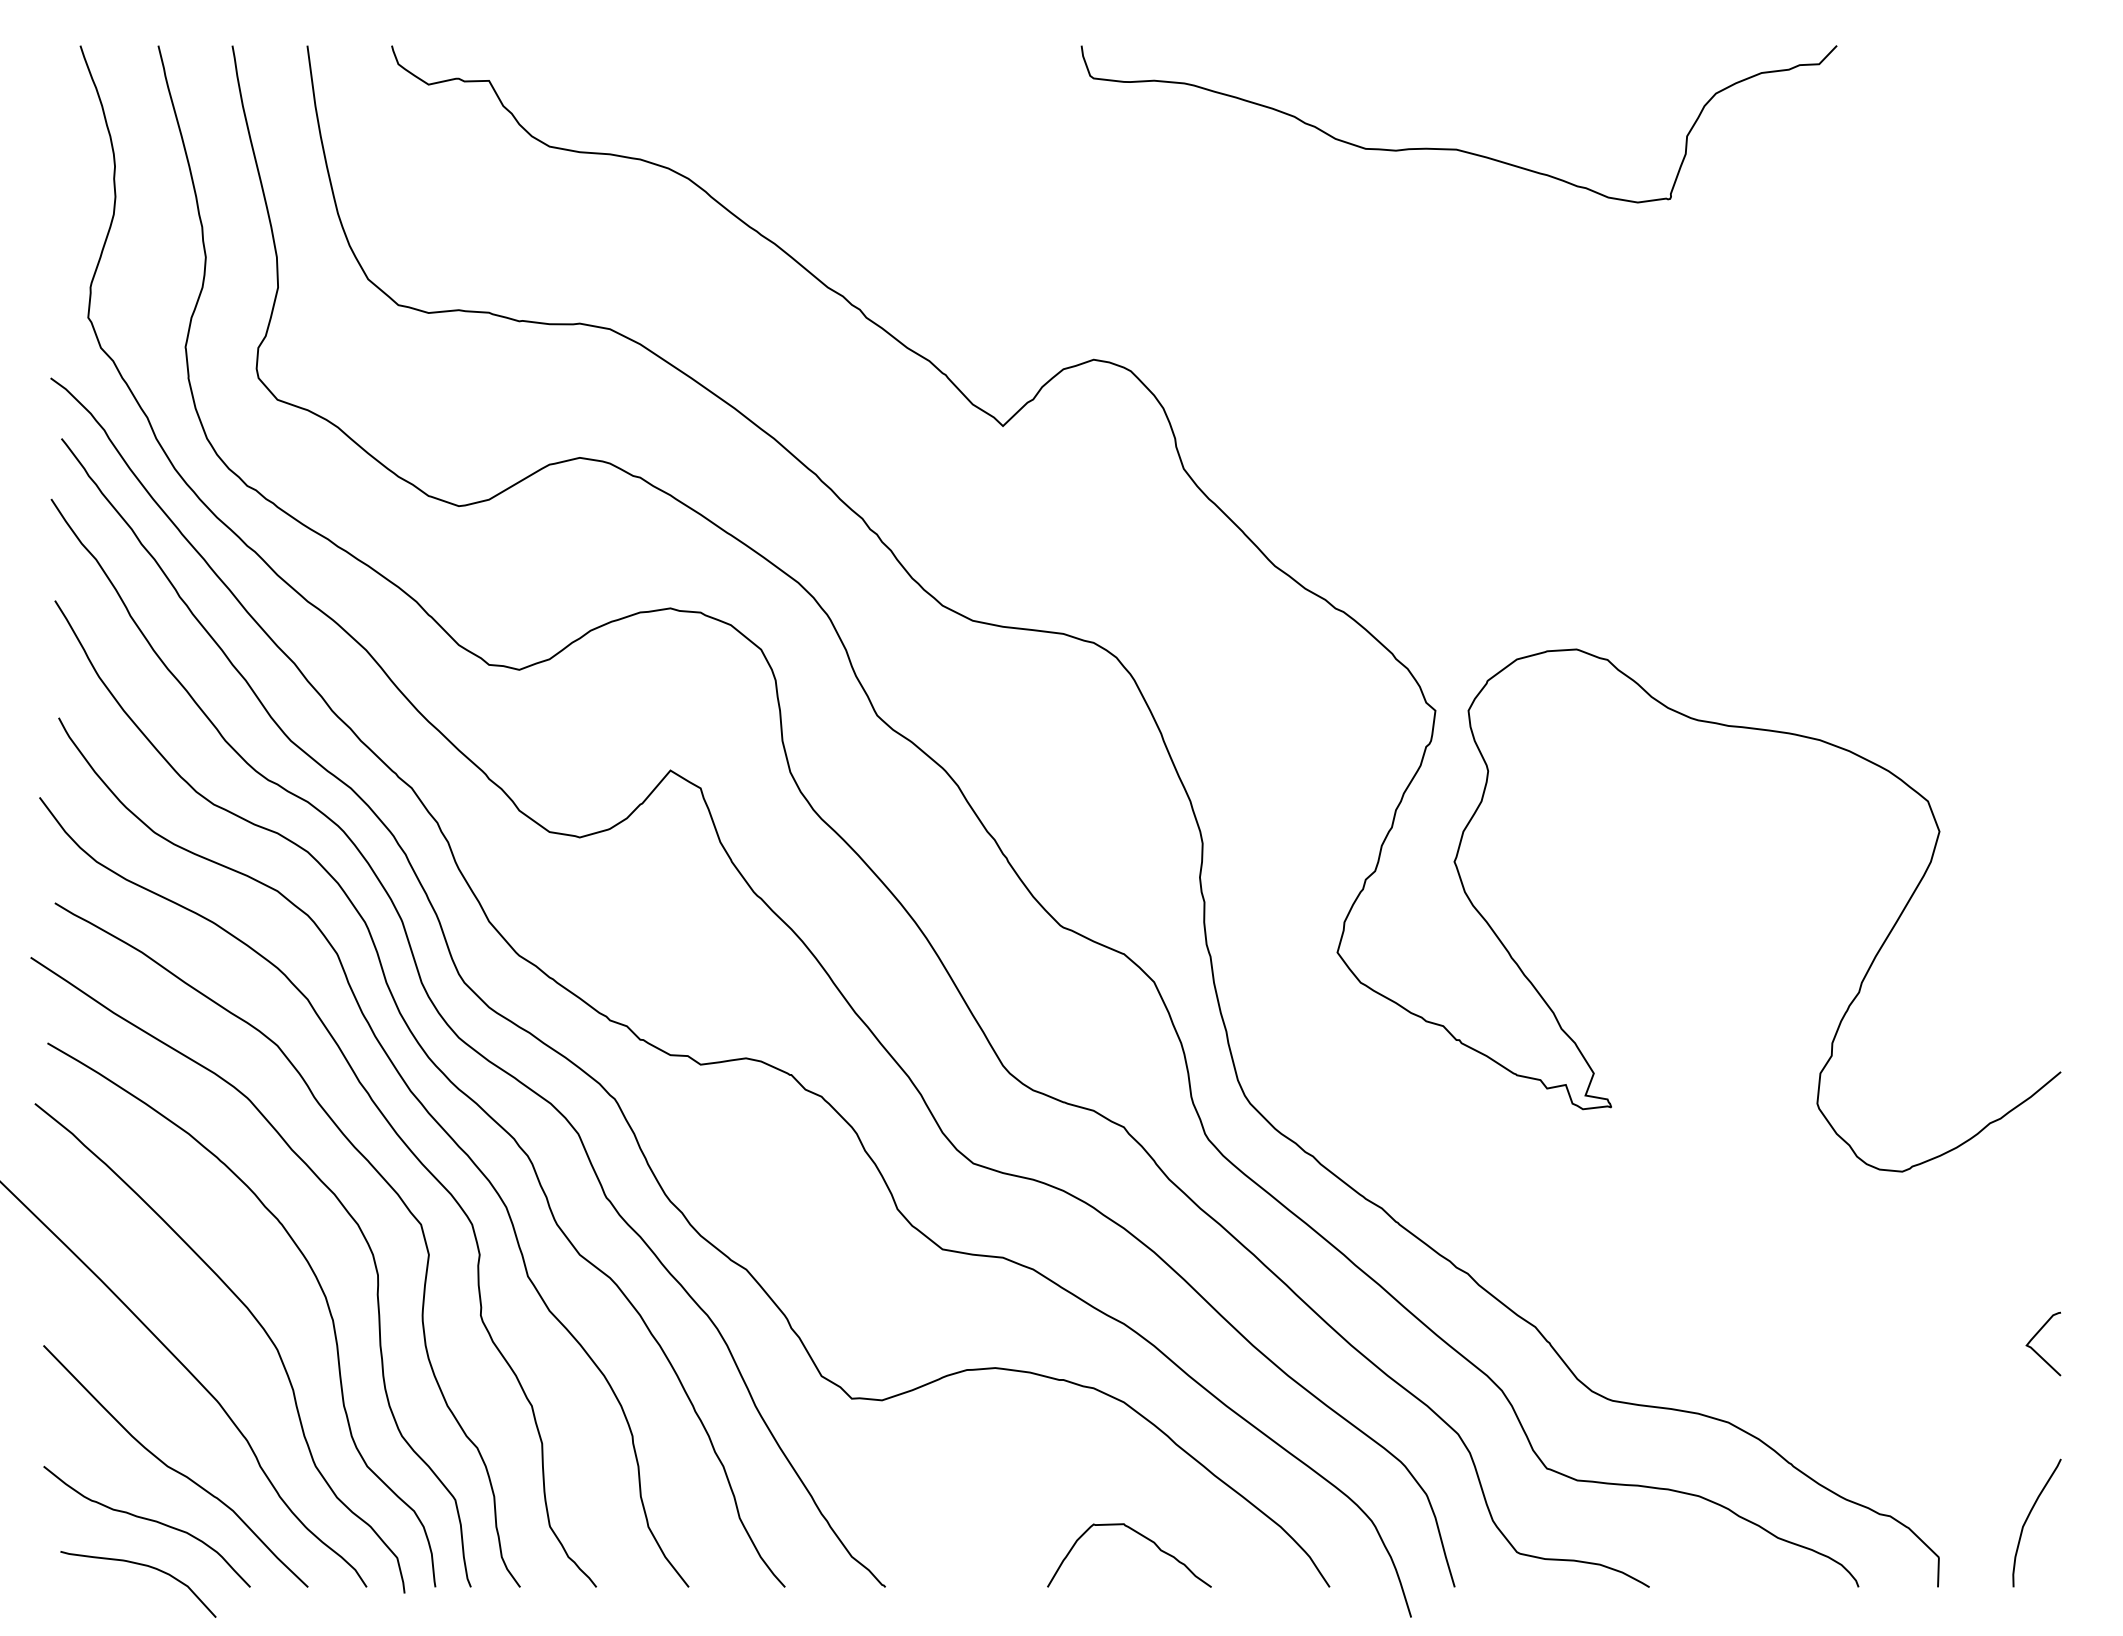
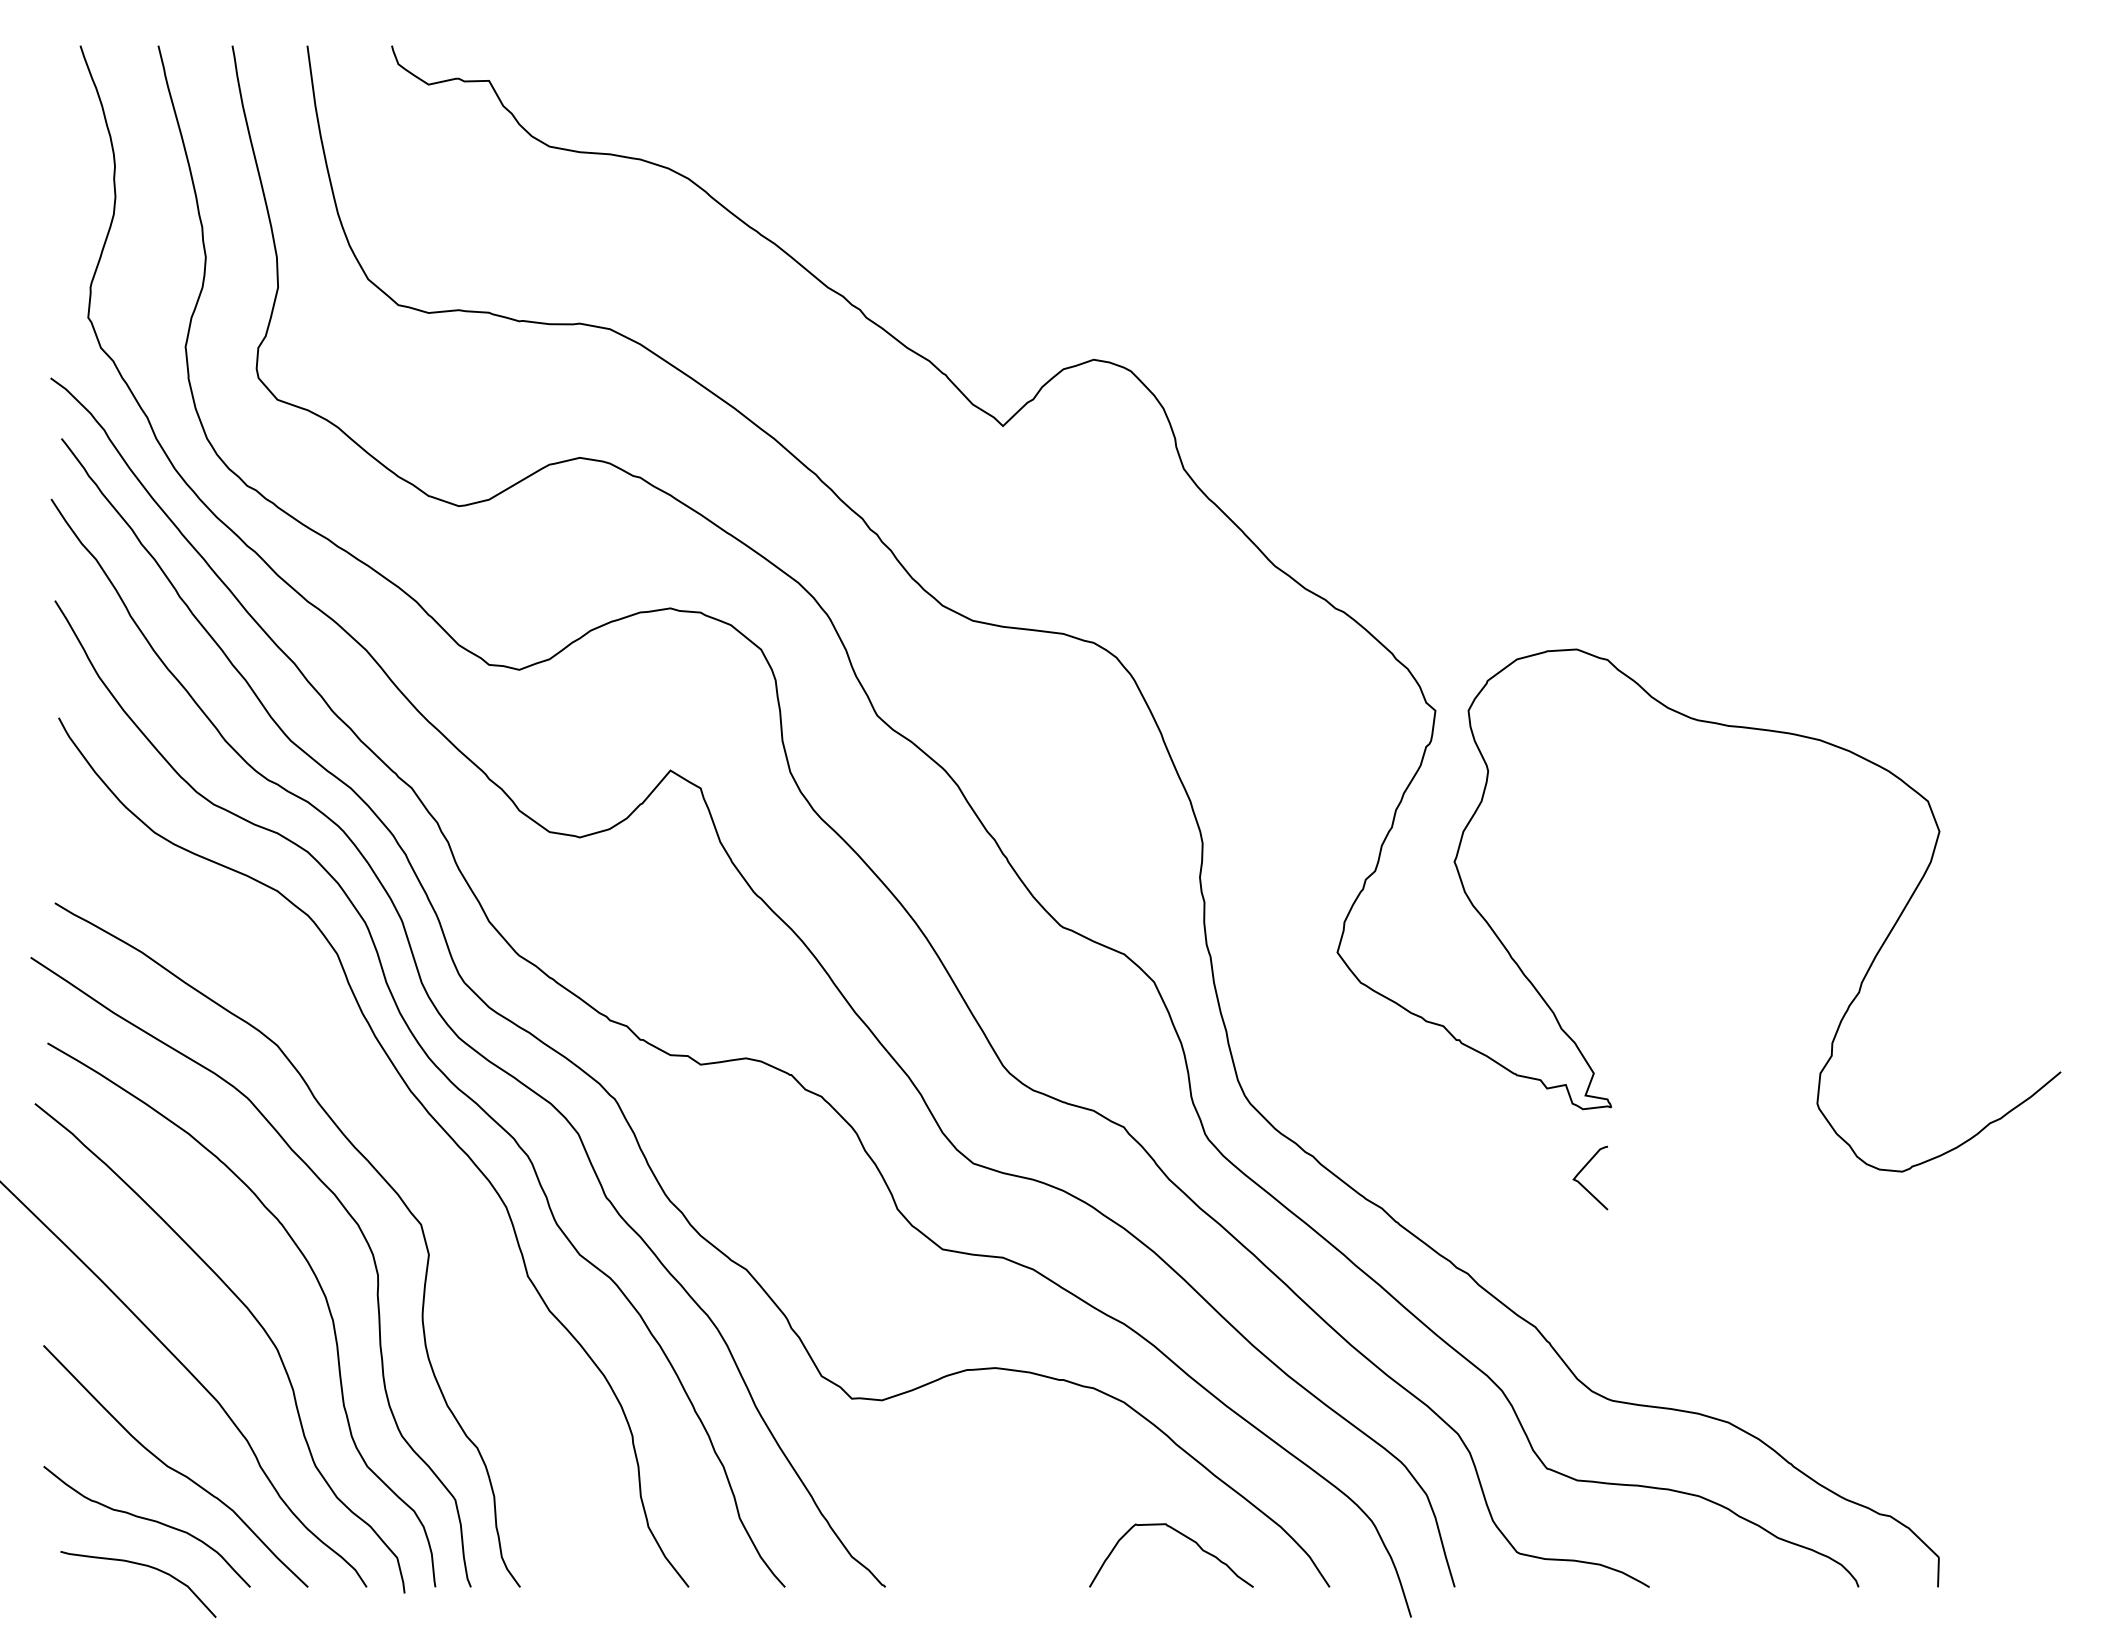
curve at (1456, 148): present -> none
curve at (394, 1132): present -> none
curve at (2036, 1335) position: (2036, 1335) -> (1583, 1169)
curve at (2028, 1518): present -> none
curve at (1143, 1537) position: (1143, 1537) -> (1185, 1537)
